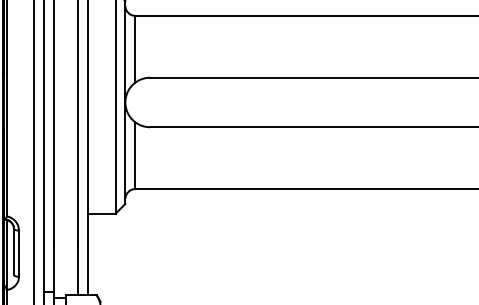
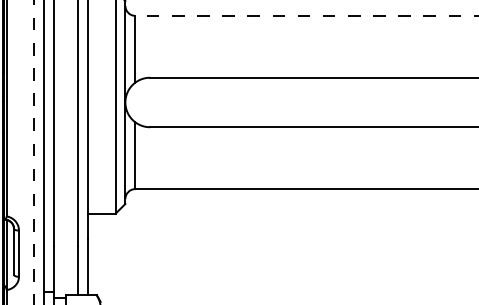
line at (306, 15): solid -> dashed
line at (33, 152): solid -> dashed
